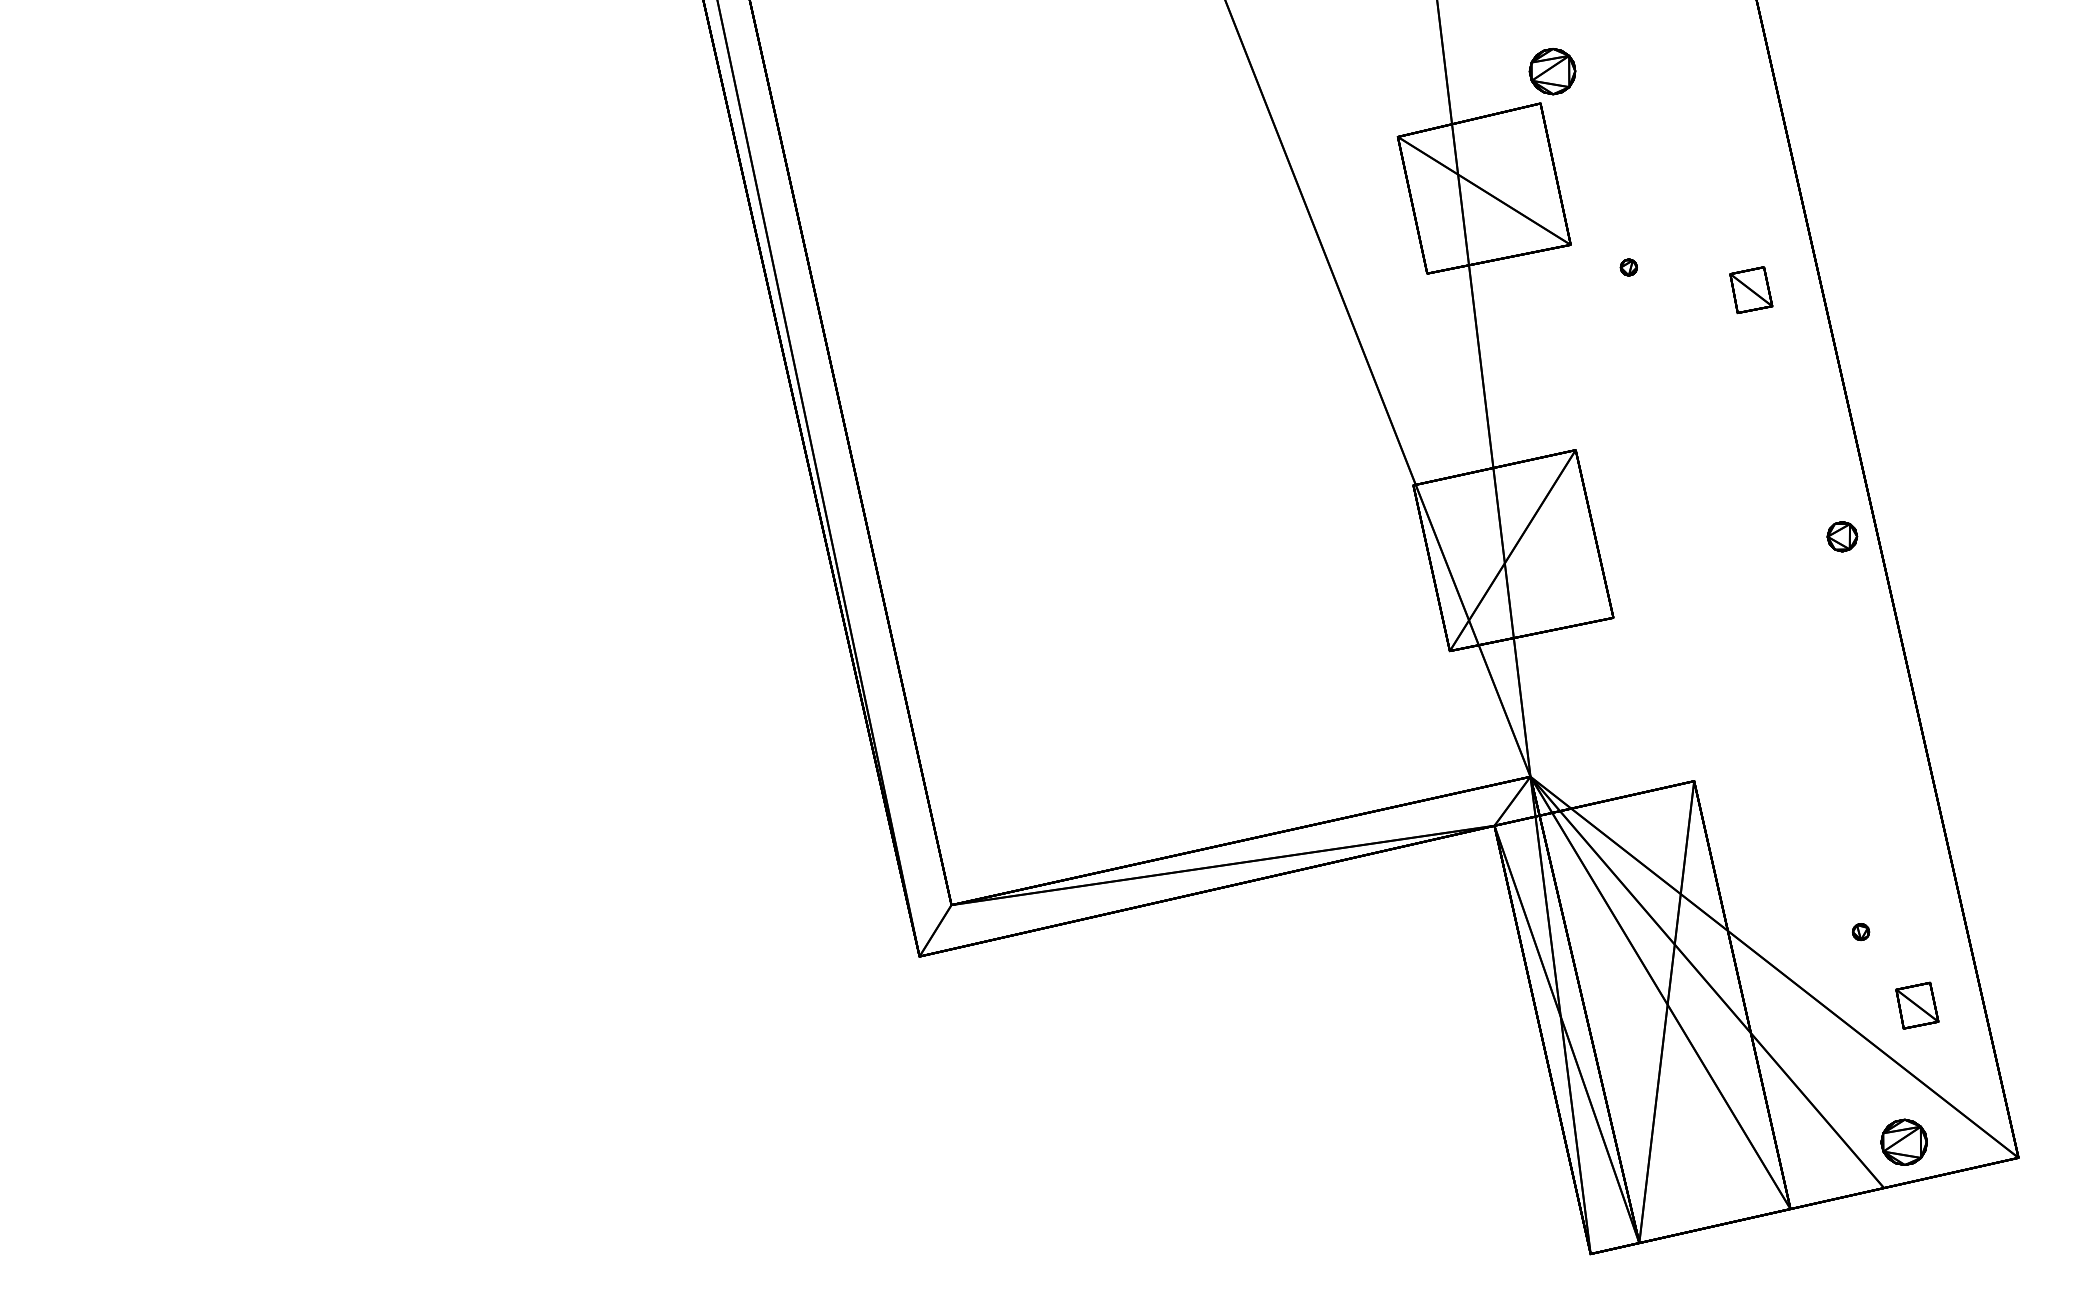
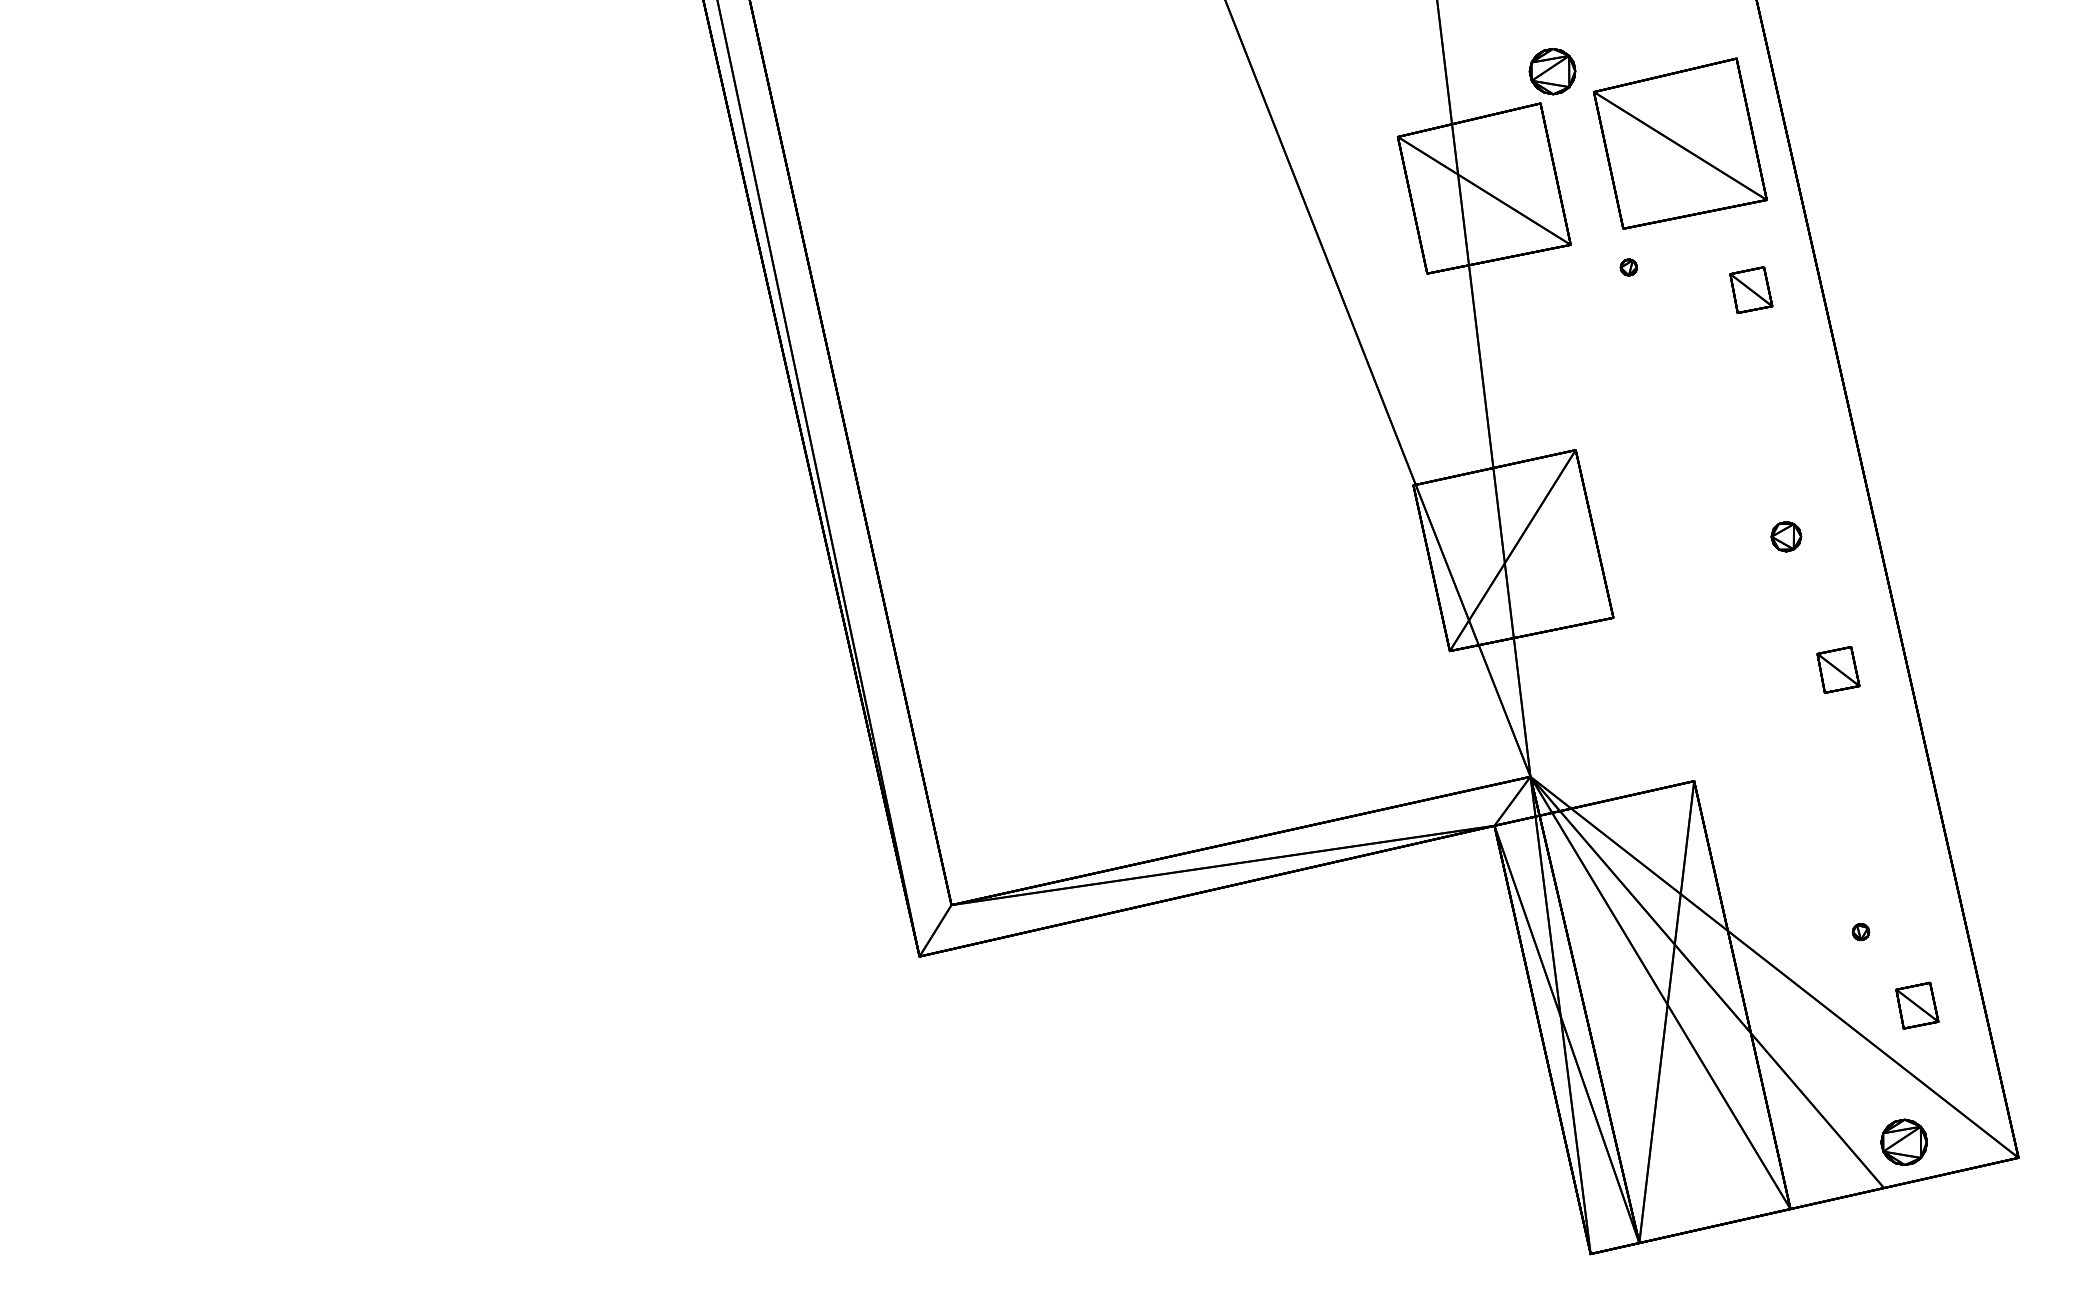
part at (1679, 143): none -> present
part at (1842, 536) position: (1842, 536) -> (1786, 536)
part at (1838, 669): none -> present
